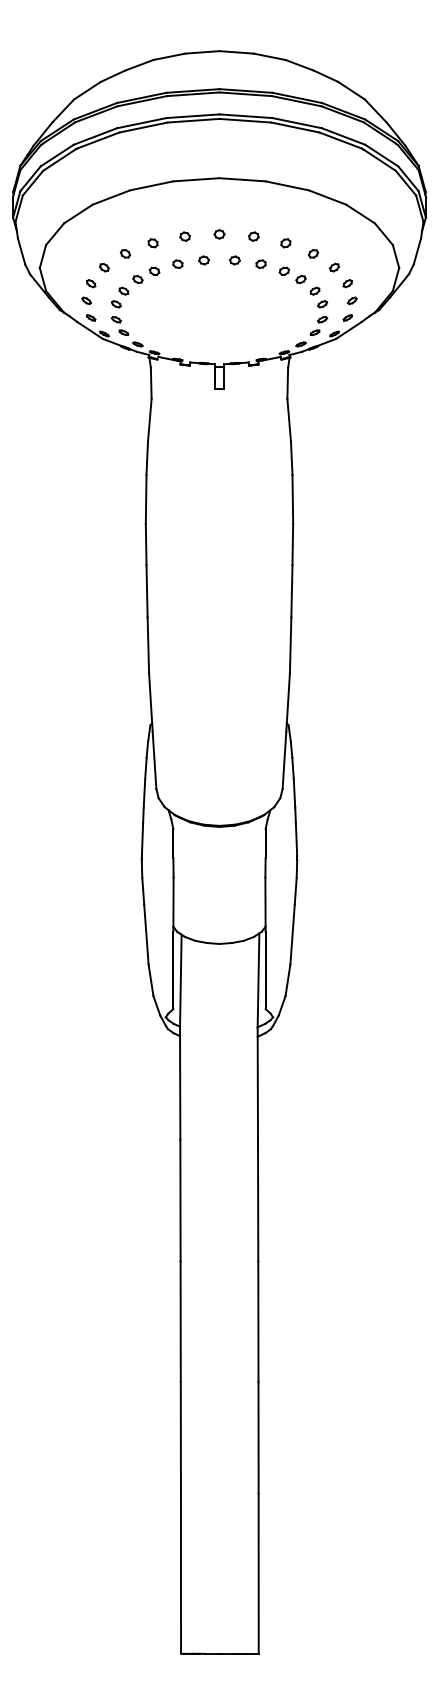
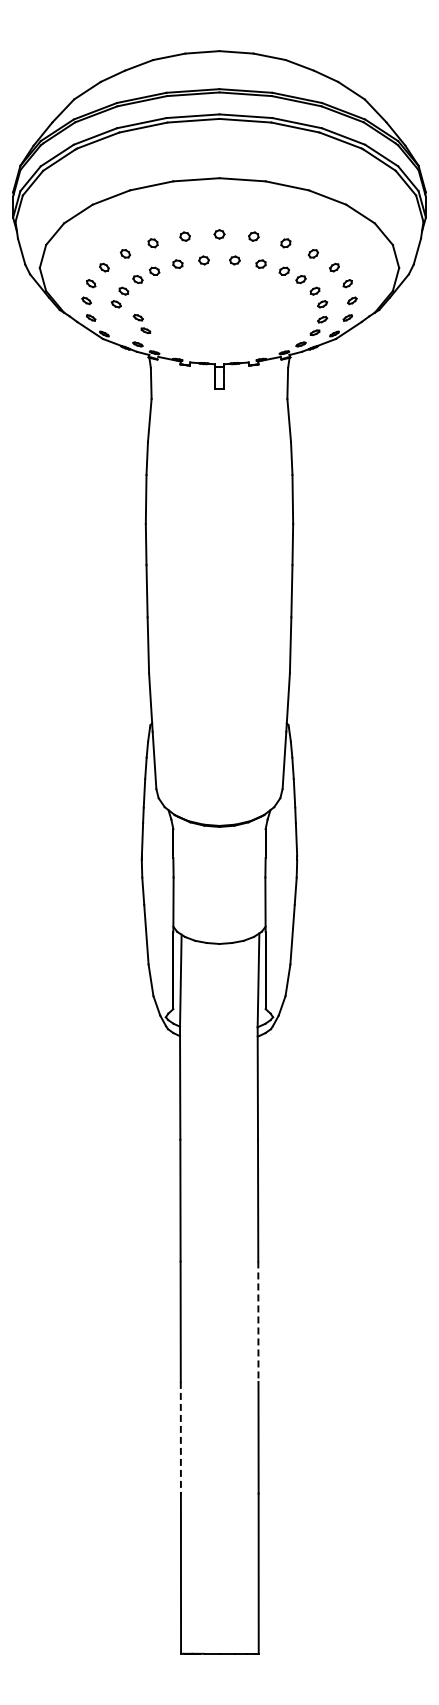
part at (119, 325) position: (119, 325) -> (141, 323)
line at (258, 1322): solid -> dashed
line at (180, 1437): solid -> dashed
